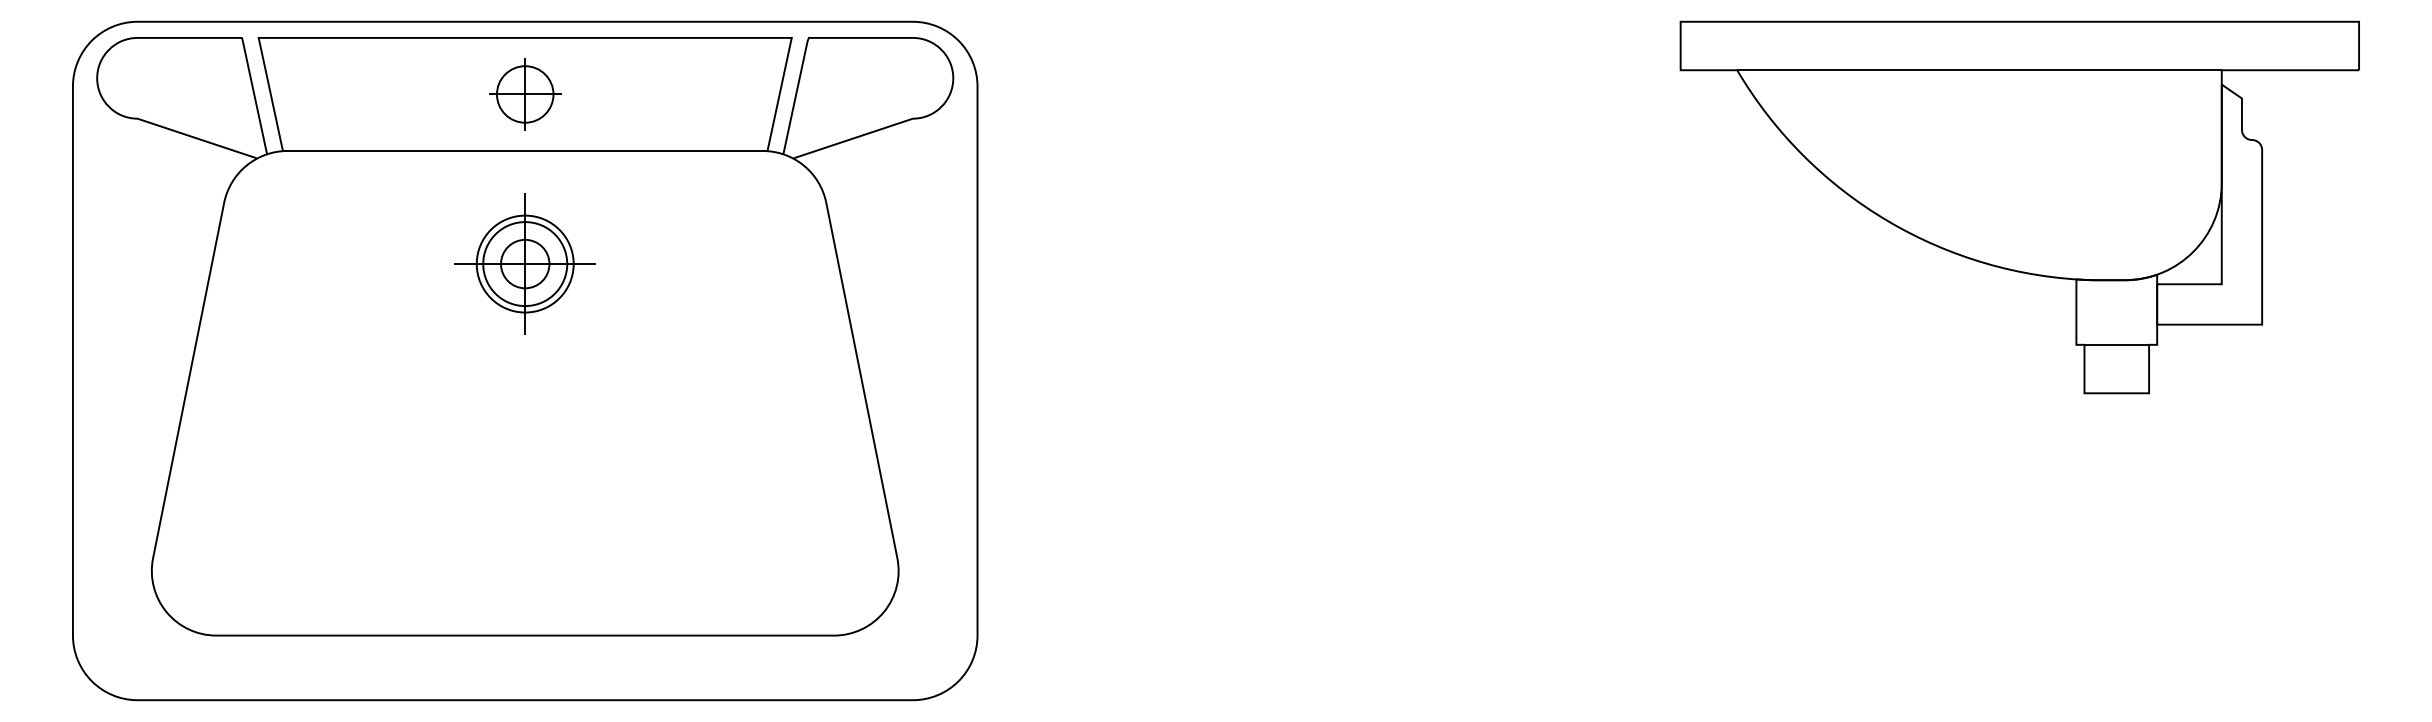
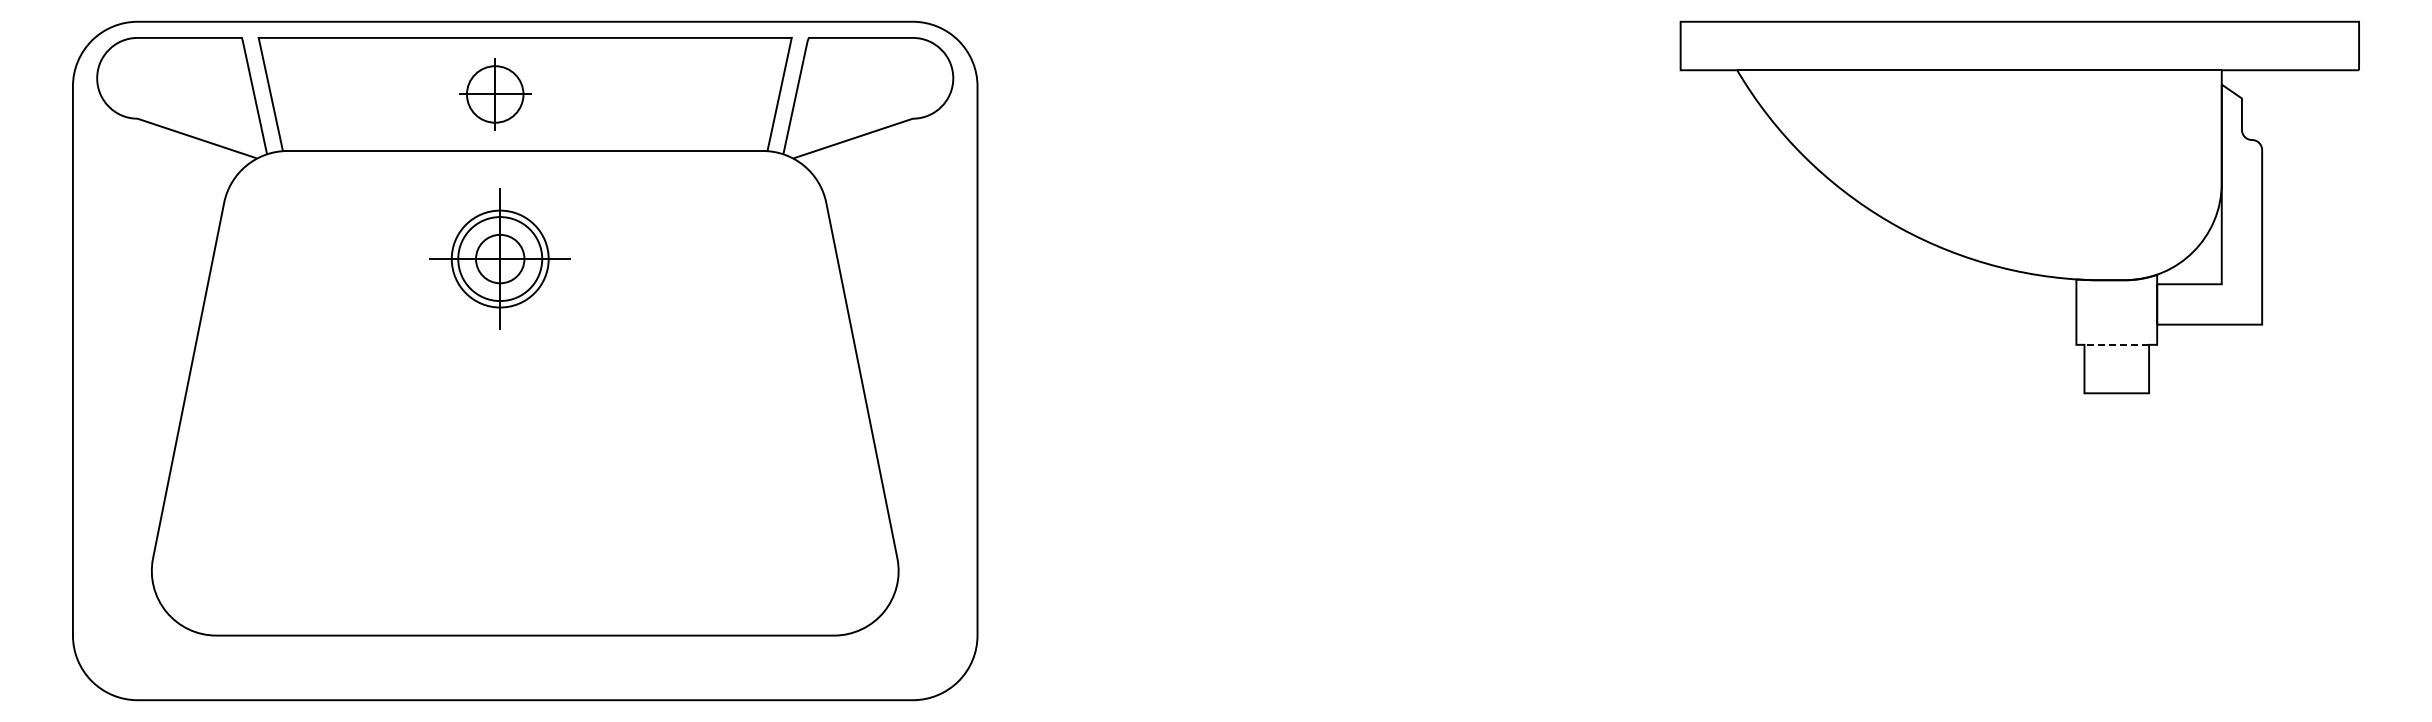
part at (525, 94) position: (525, 94) -> (495, 94)
part at (524, 263) position: (524, 263) -> (499, 258)
line at (2116, 344): solid -> dashed
